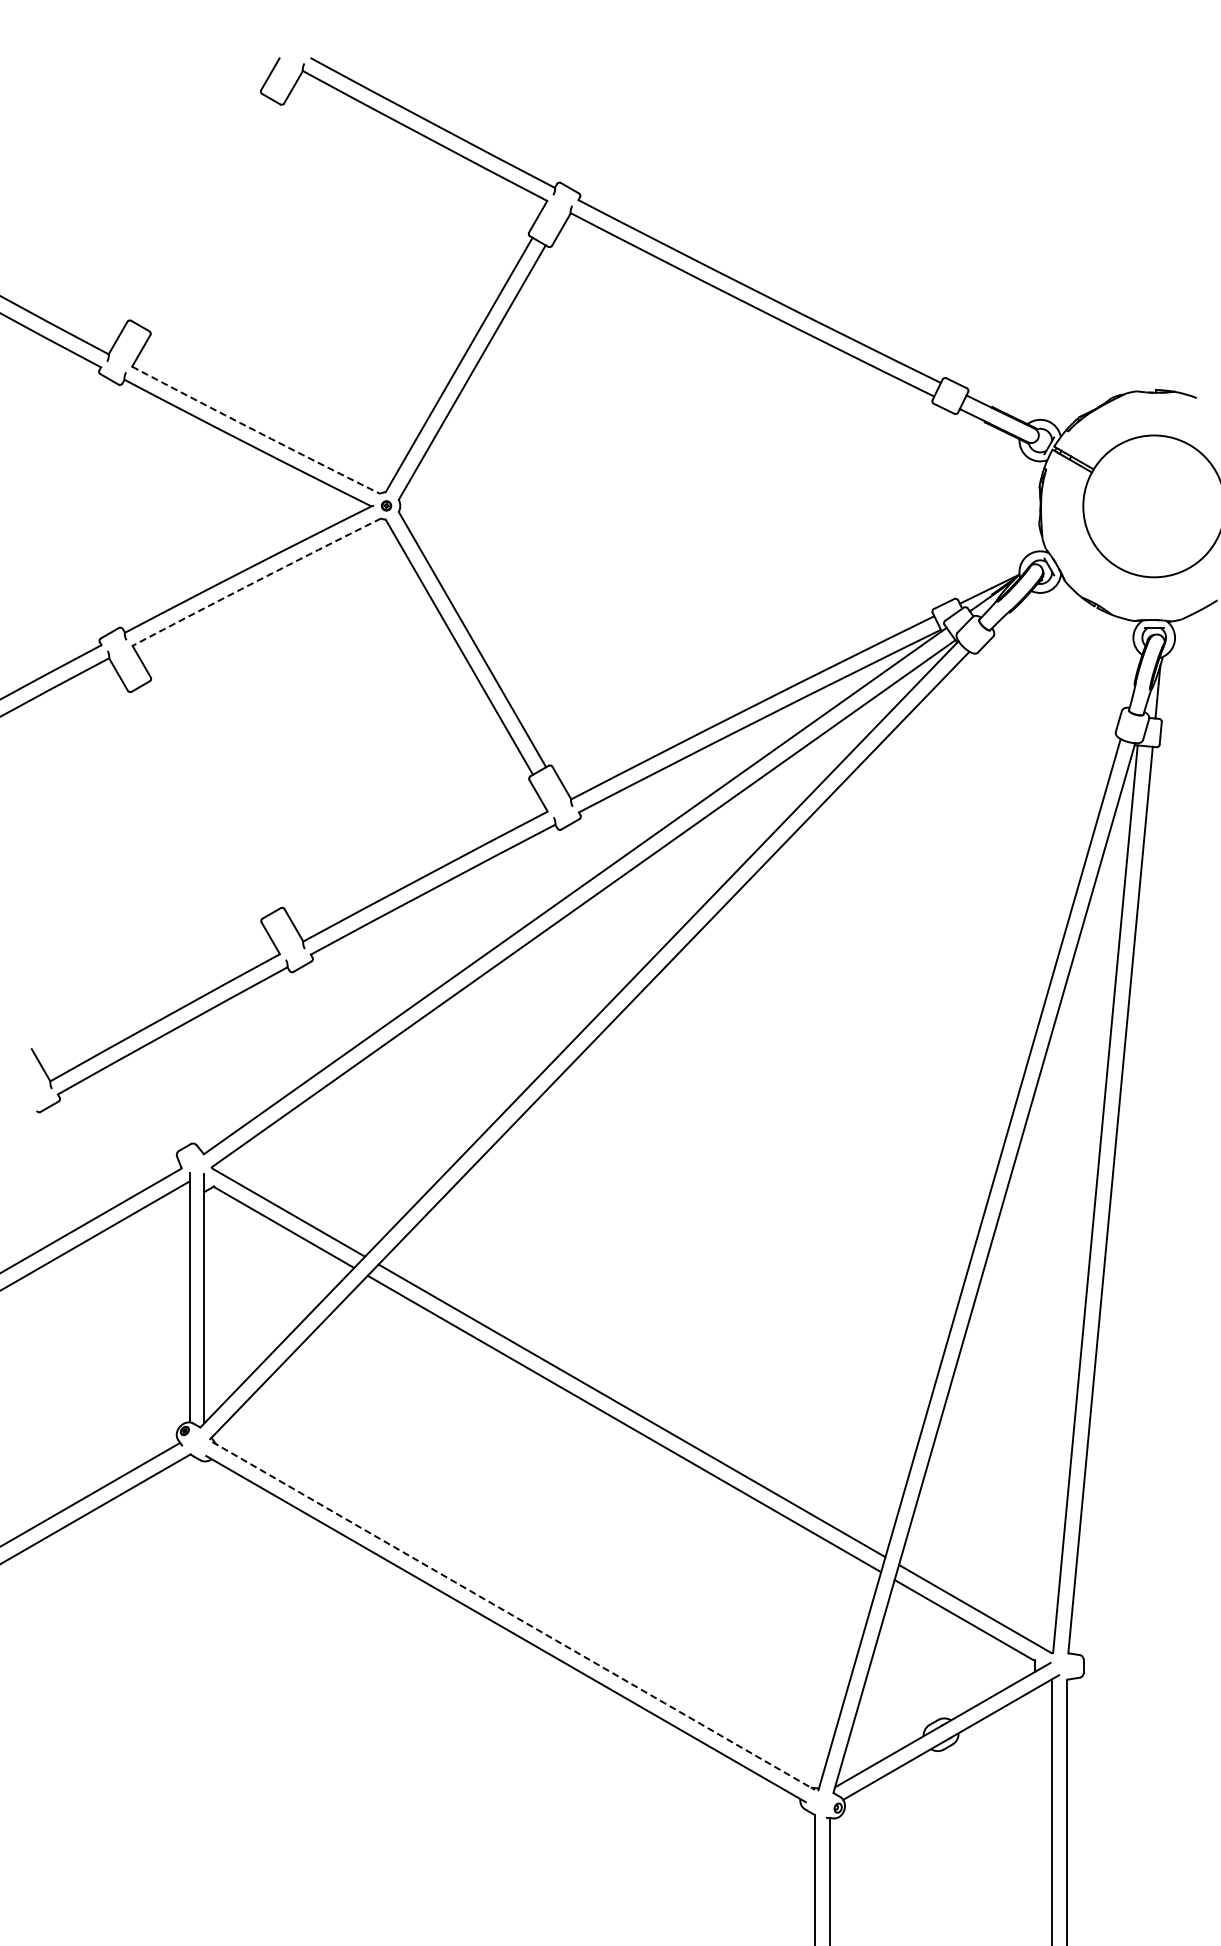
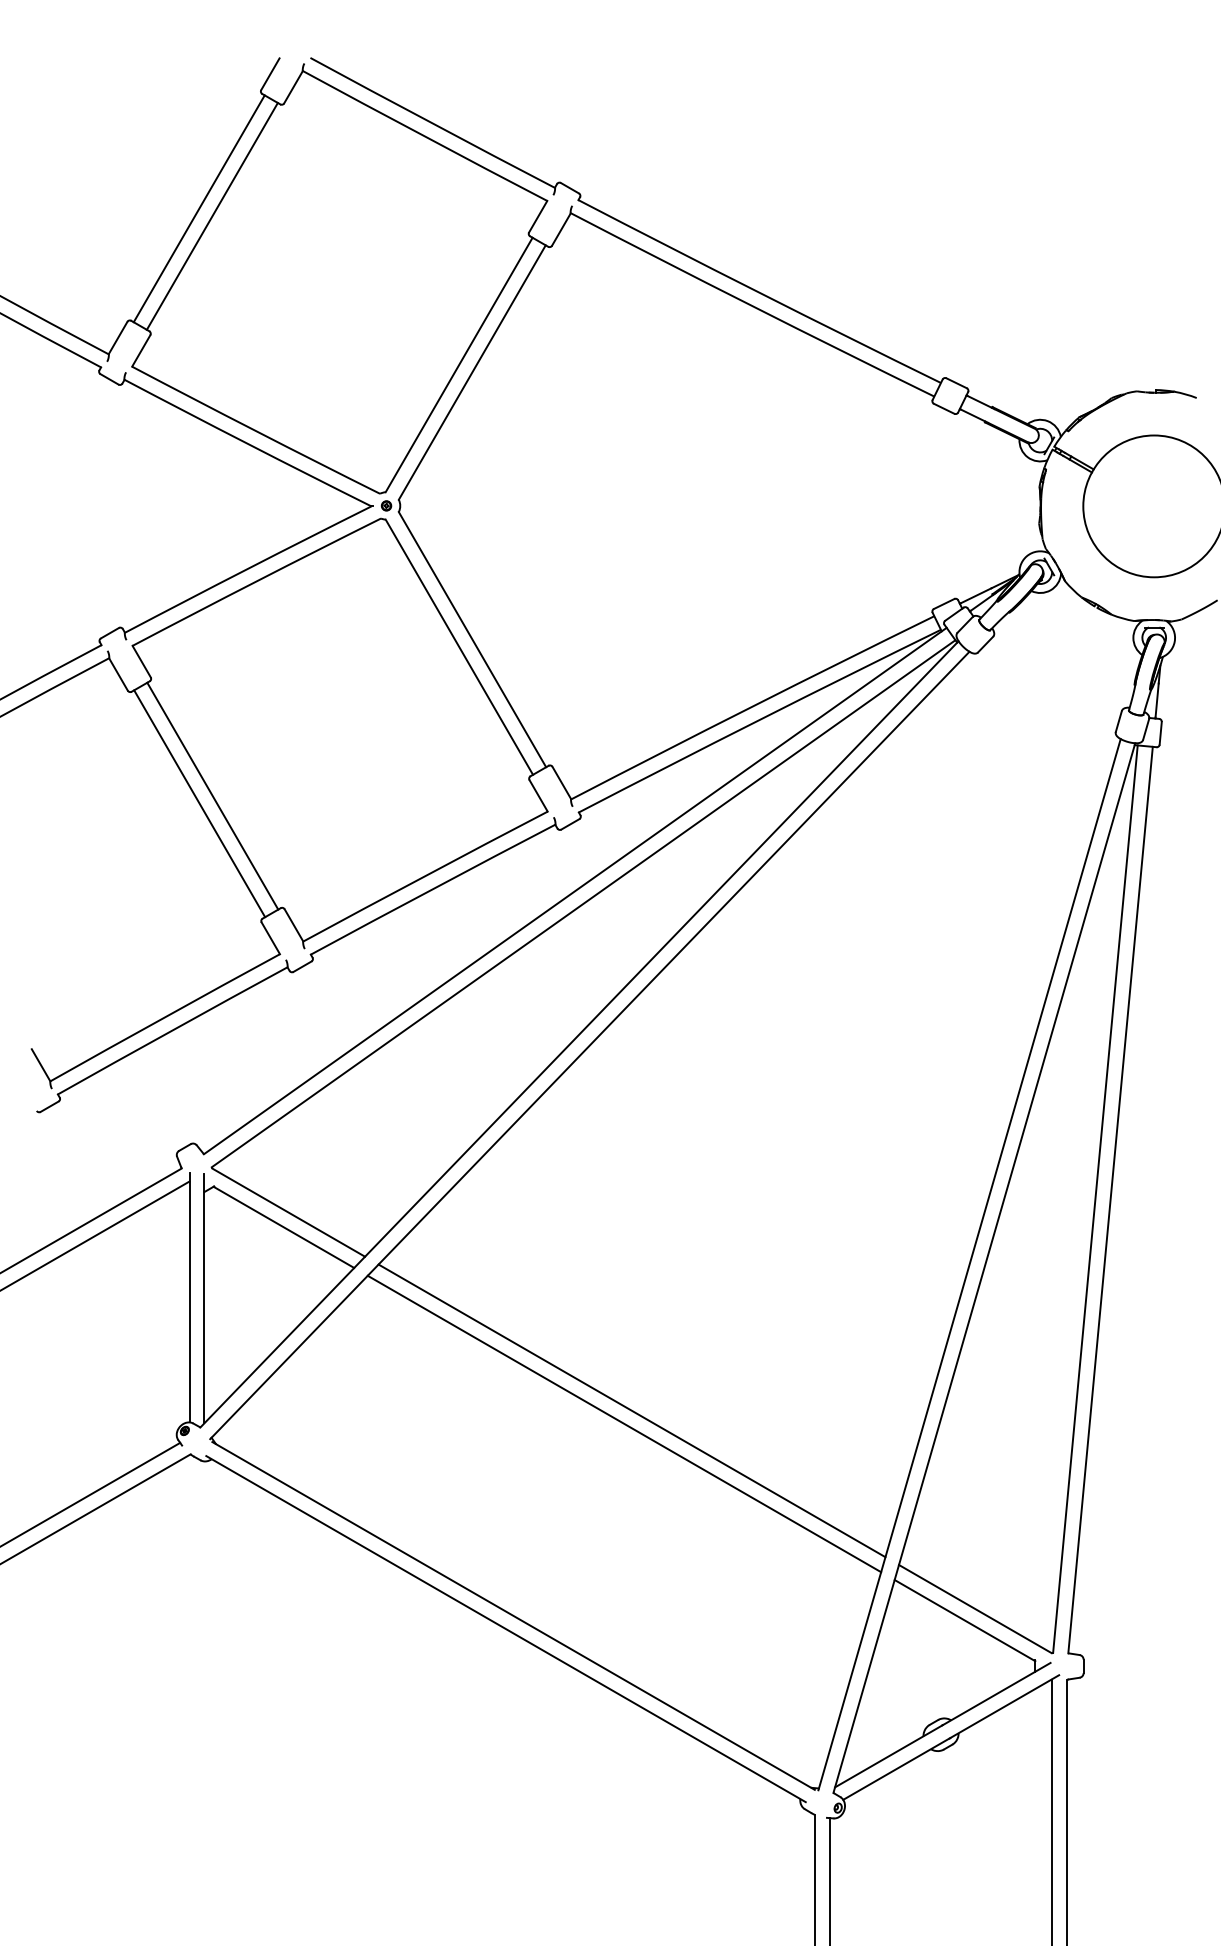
line at (198, 208): none -> present
line at (211, 215): none -> present
arc at (255, 430): dashed -> solid
arc at (256, 581): dashed -> solid
line at (212, 795): none -> present
line at (199, 803): none -> present
line at (513, 1615): dashed -> solid
